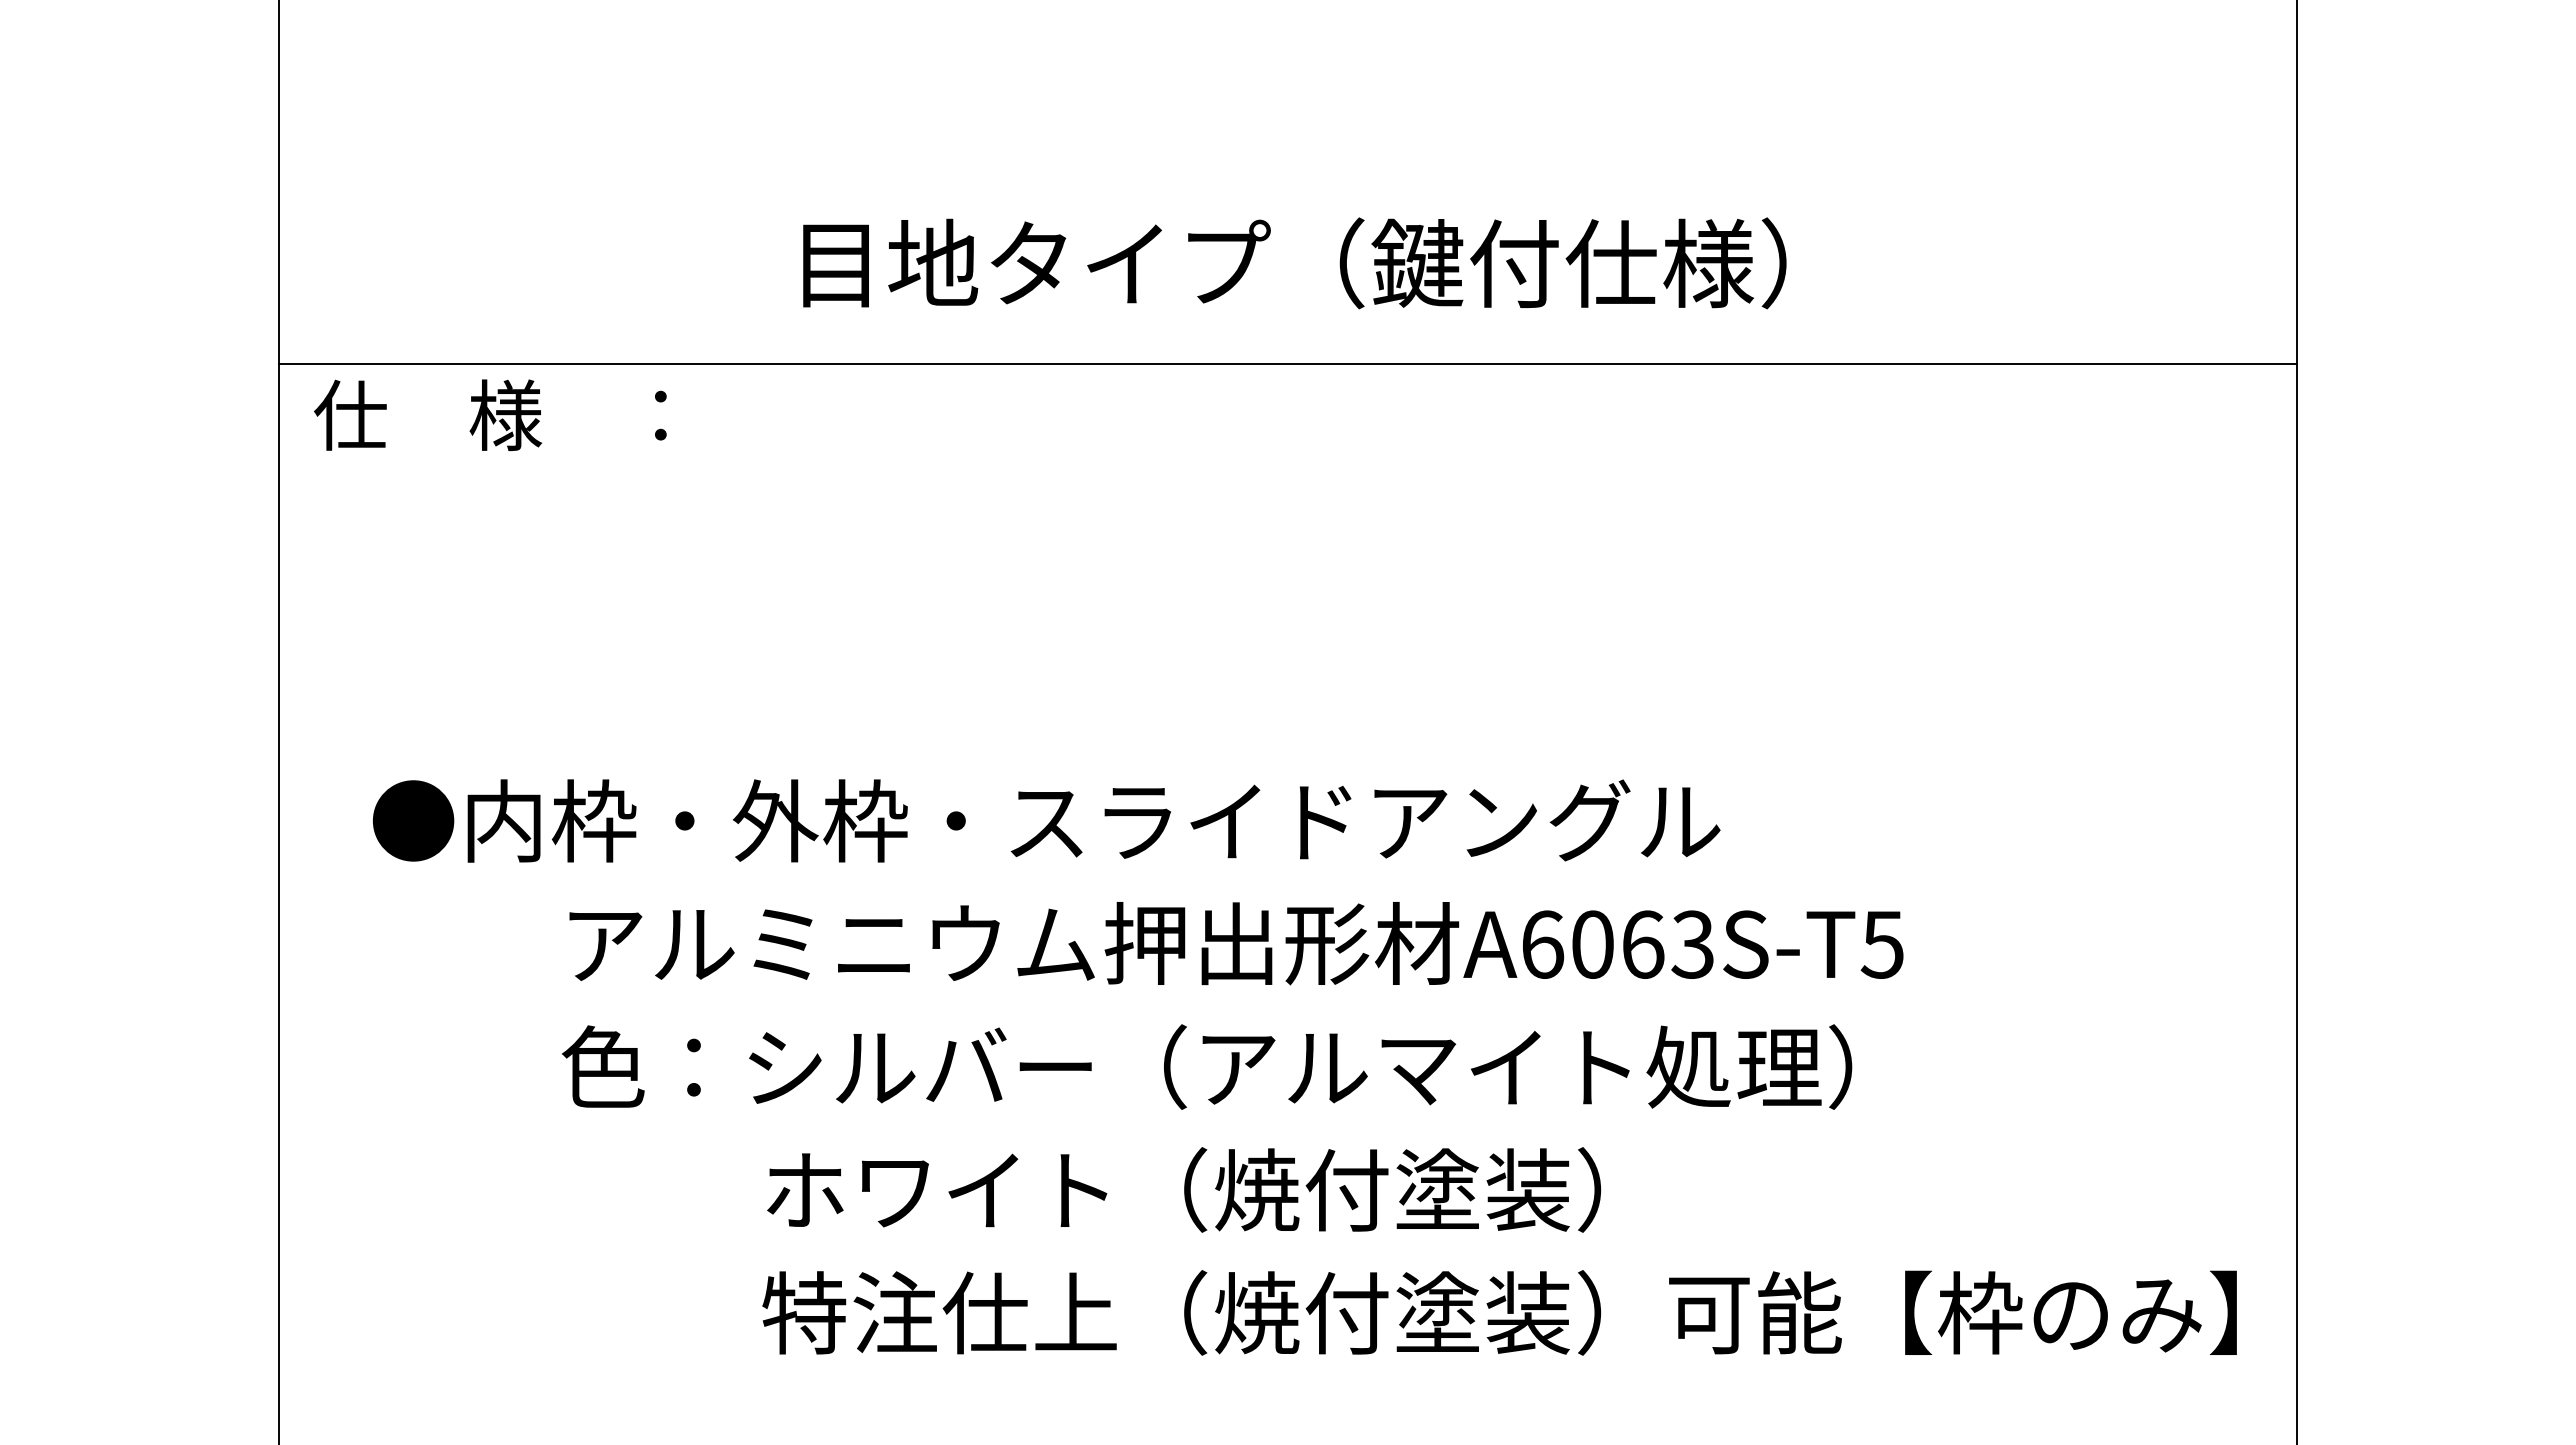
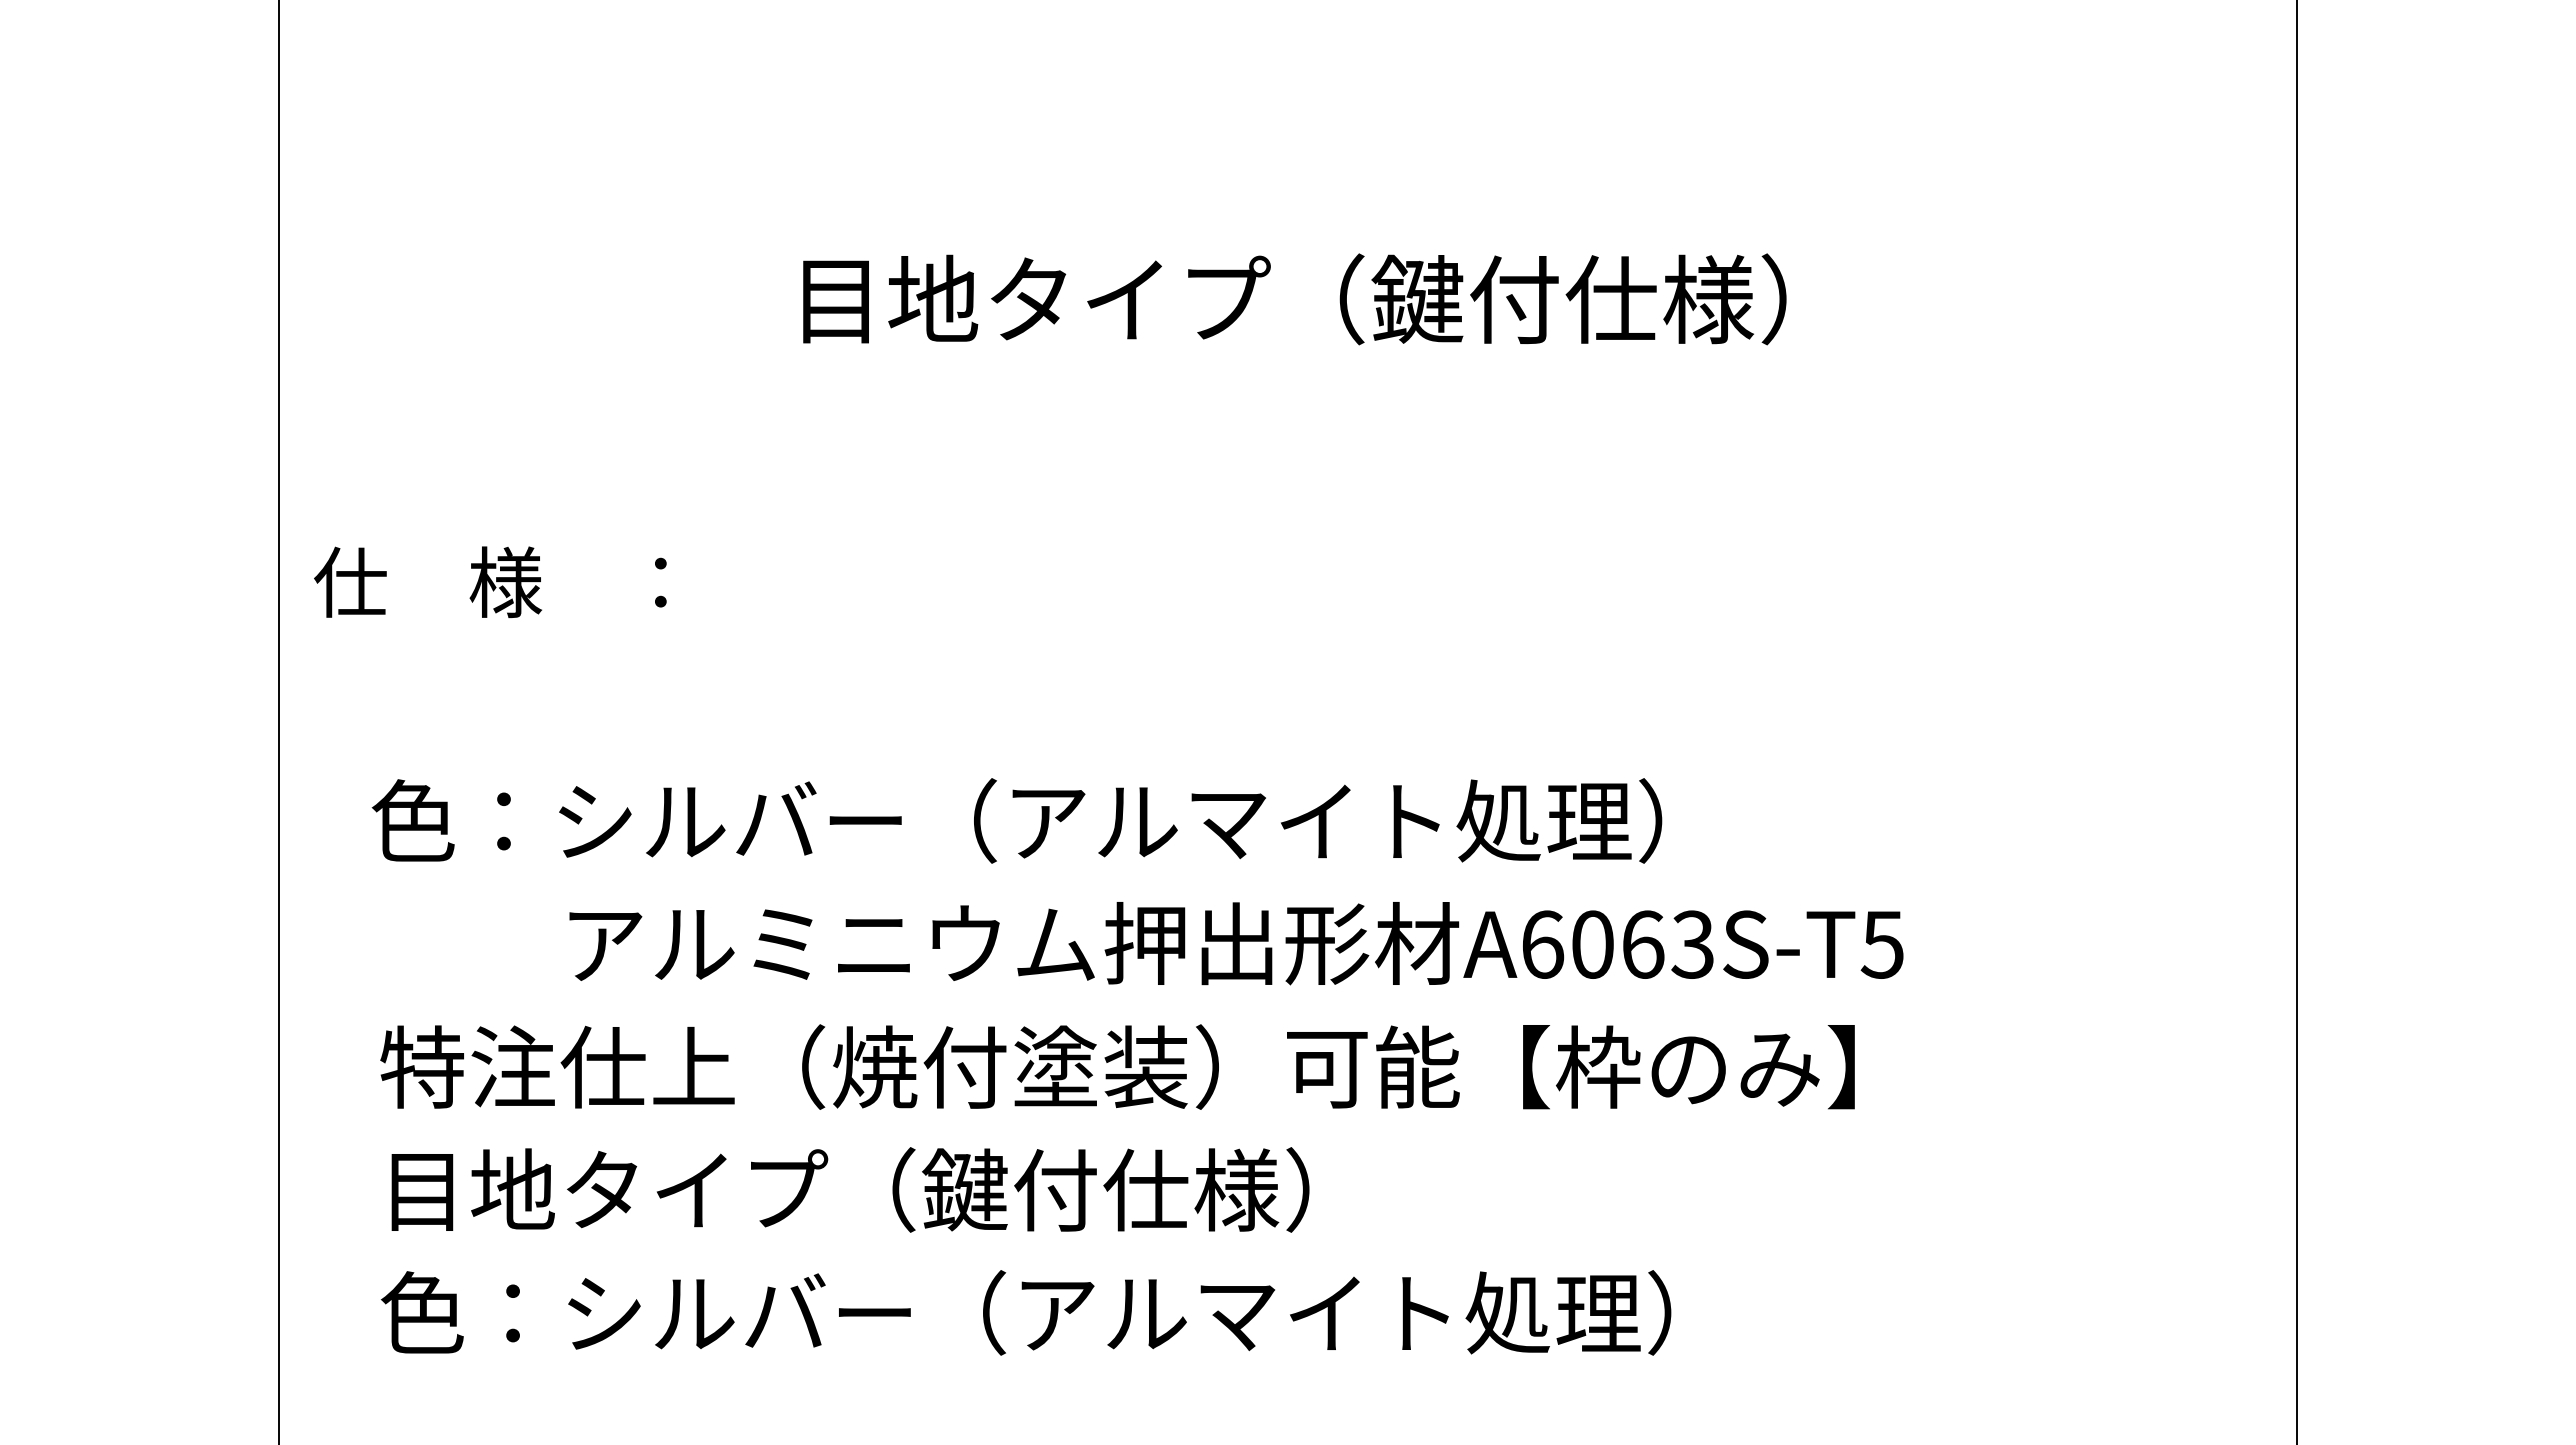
text at (1294, 263) position: (1294, 263) -> (1294, 299)
line at (1287, 364): present -> none
text at (490, 414) position: (490, 414) -> (490, 581)
text at (1045, 820): ●内枠・外枠・スライドアングル -> 色：シルバー（アルマイト処理）
text at (1117, 1066): 色：シルバー（アルマイト処理） -> 特注仕上（焼付塗装）可能【枠のみ】
text at (996, 1189): ホワイト（焼付塗装） -> 目地タイプ（鍵付仕様）
text at (1308, 1312): 特注仕上（焼付塗装）可能【枠のみ】 -> 色：シルバー（アルマイト処理）
